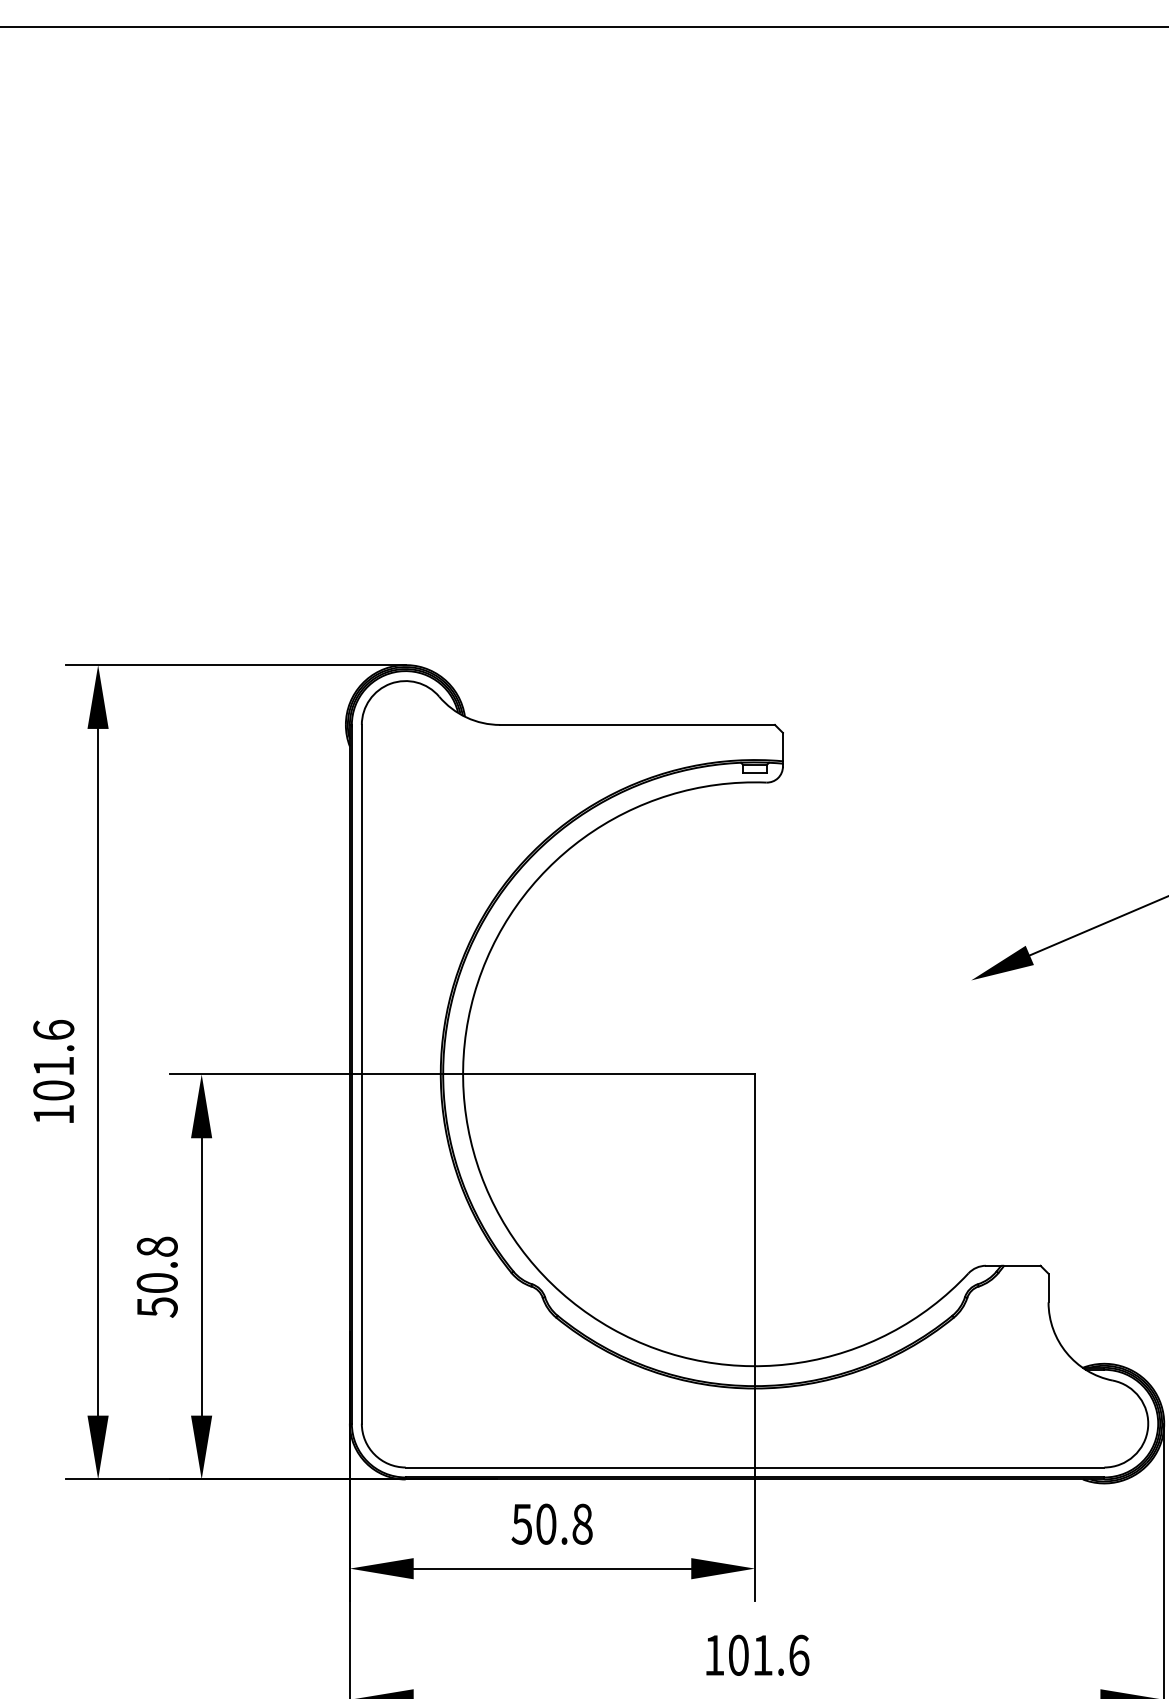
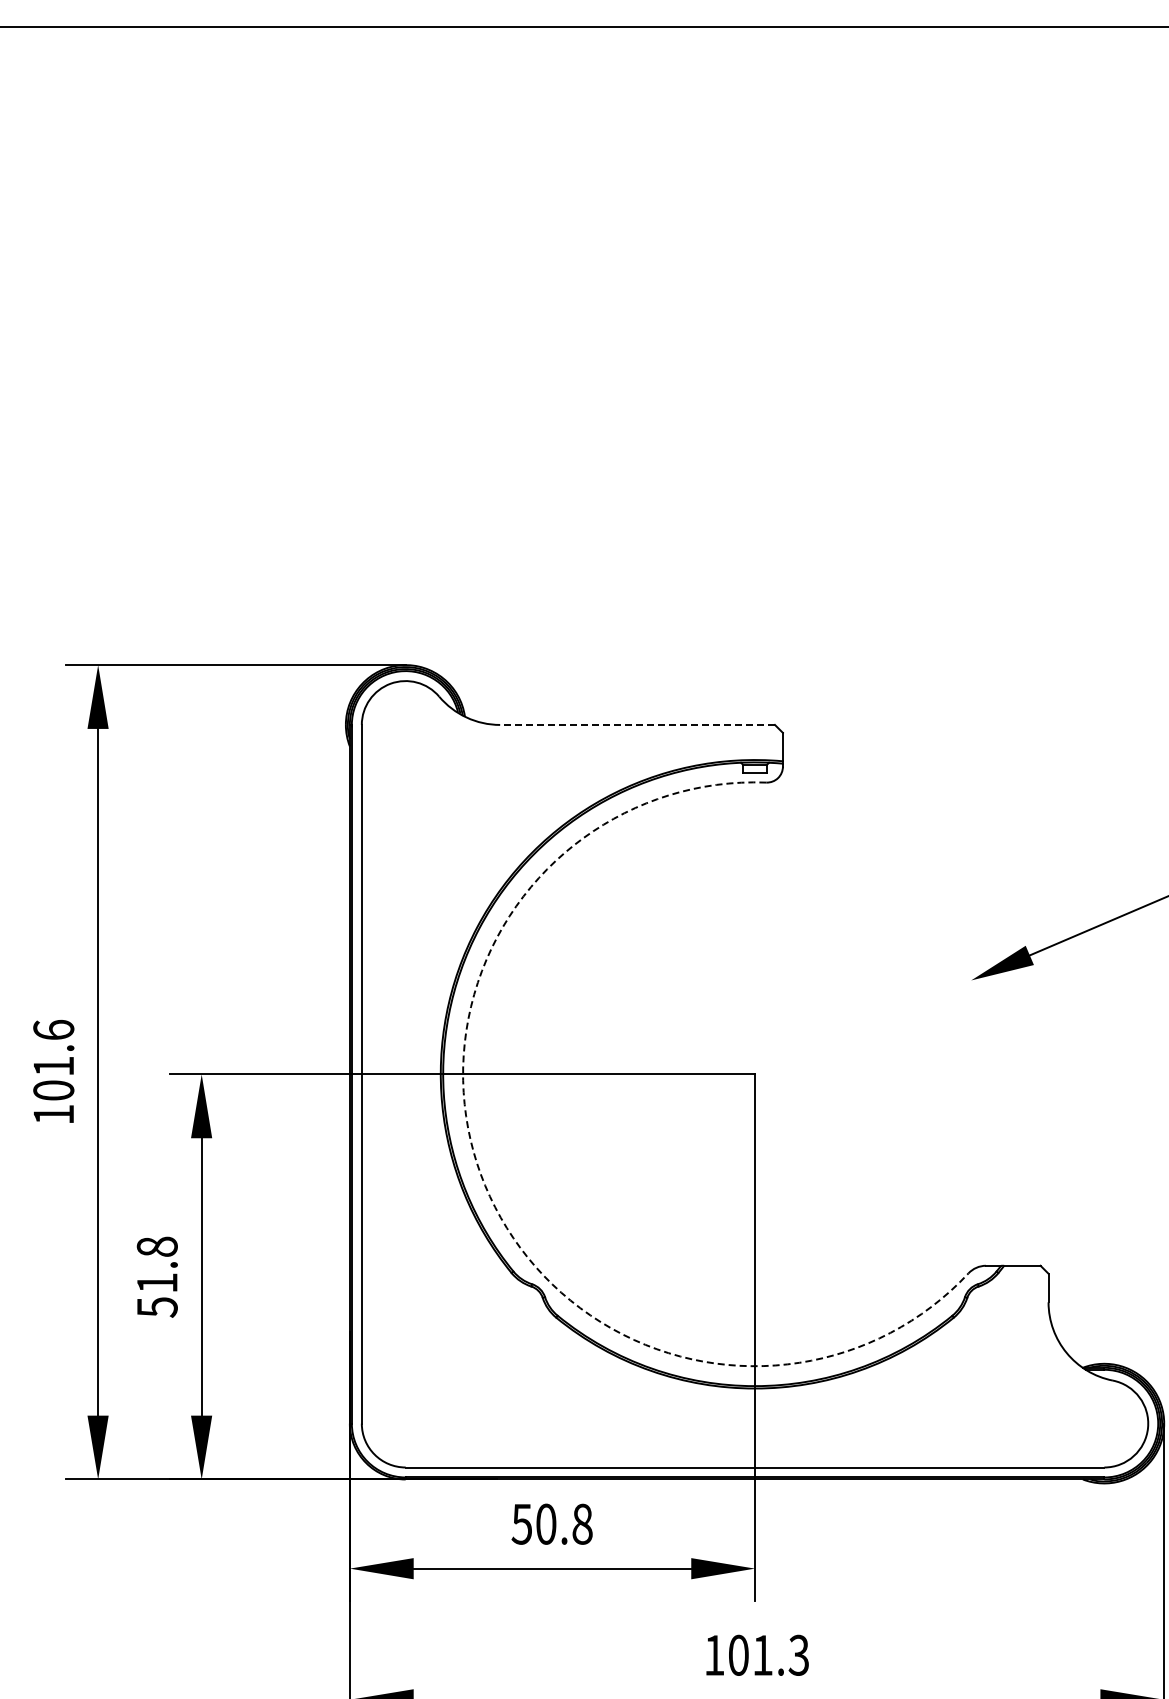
line at (637, 724): solid -> dashed
arc at (485, 1185): solid -> dashed
text at (156, 1282): 50.8 -> 51.8
text at (798, 1654): 101.6 -> 101.3
